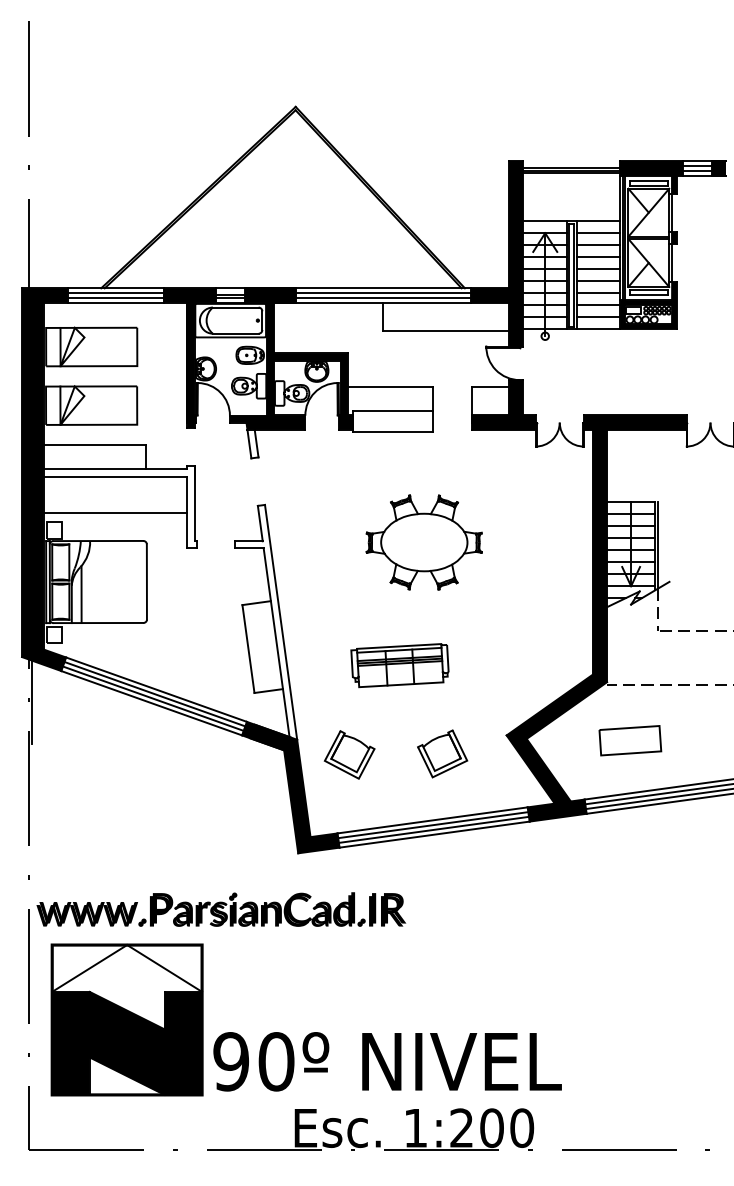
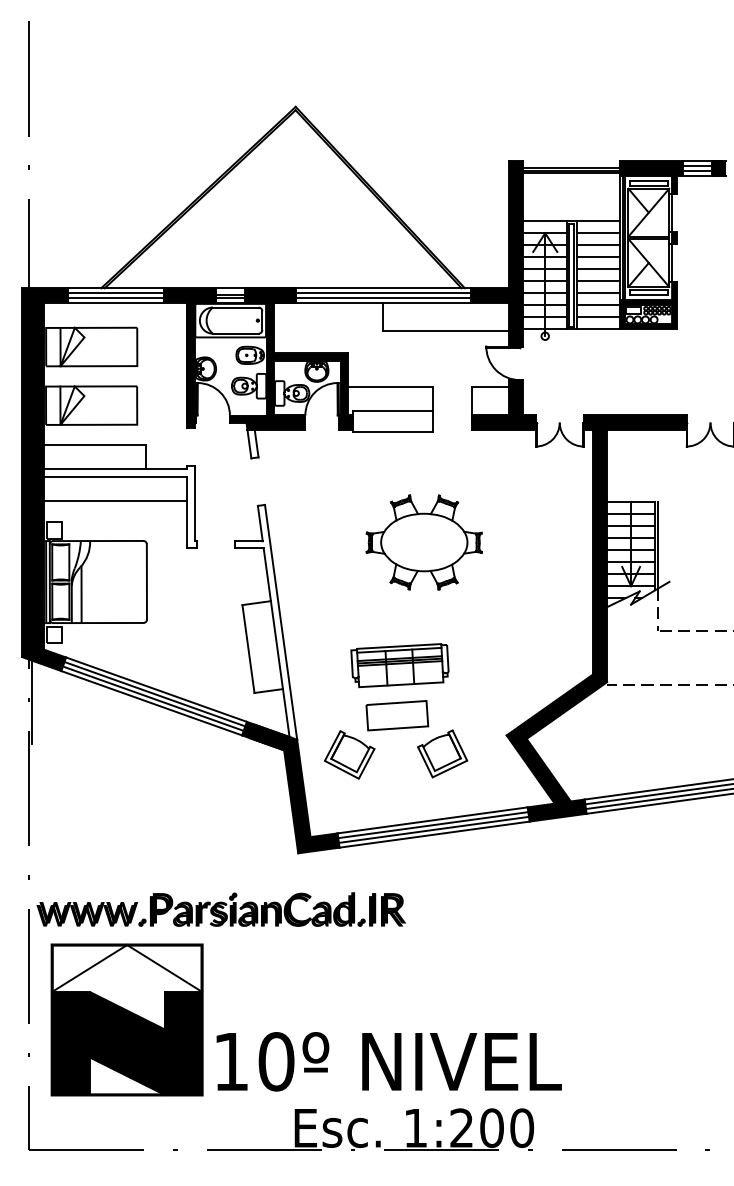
line at (115, 512) position: (115, 512) -> (115, 500)
part at (630, 740) position: (630, 740) -> (397, 715)
text at (230, 1061): 90º -> 10º
